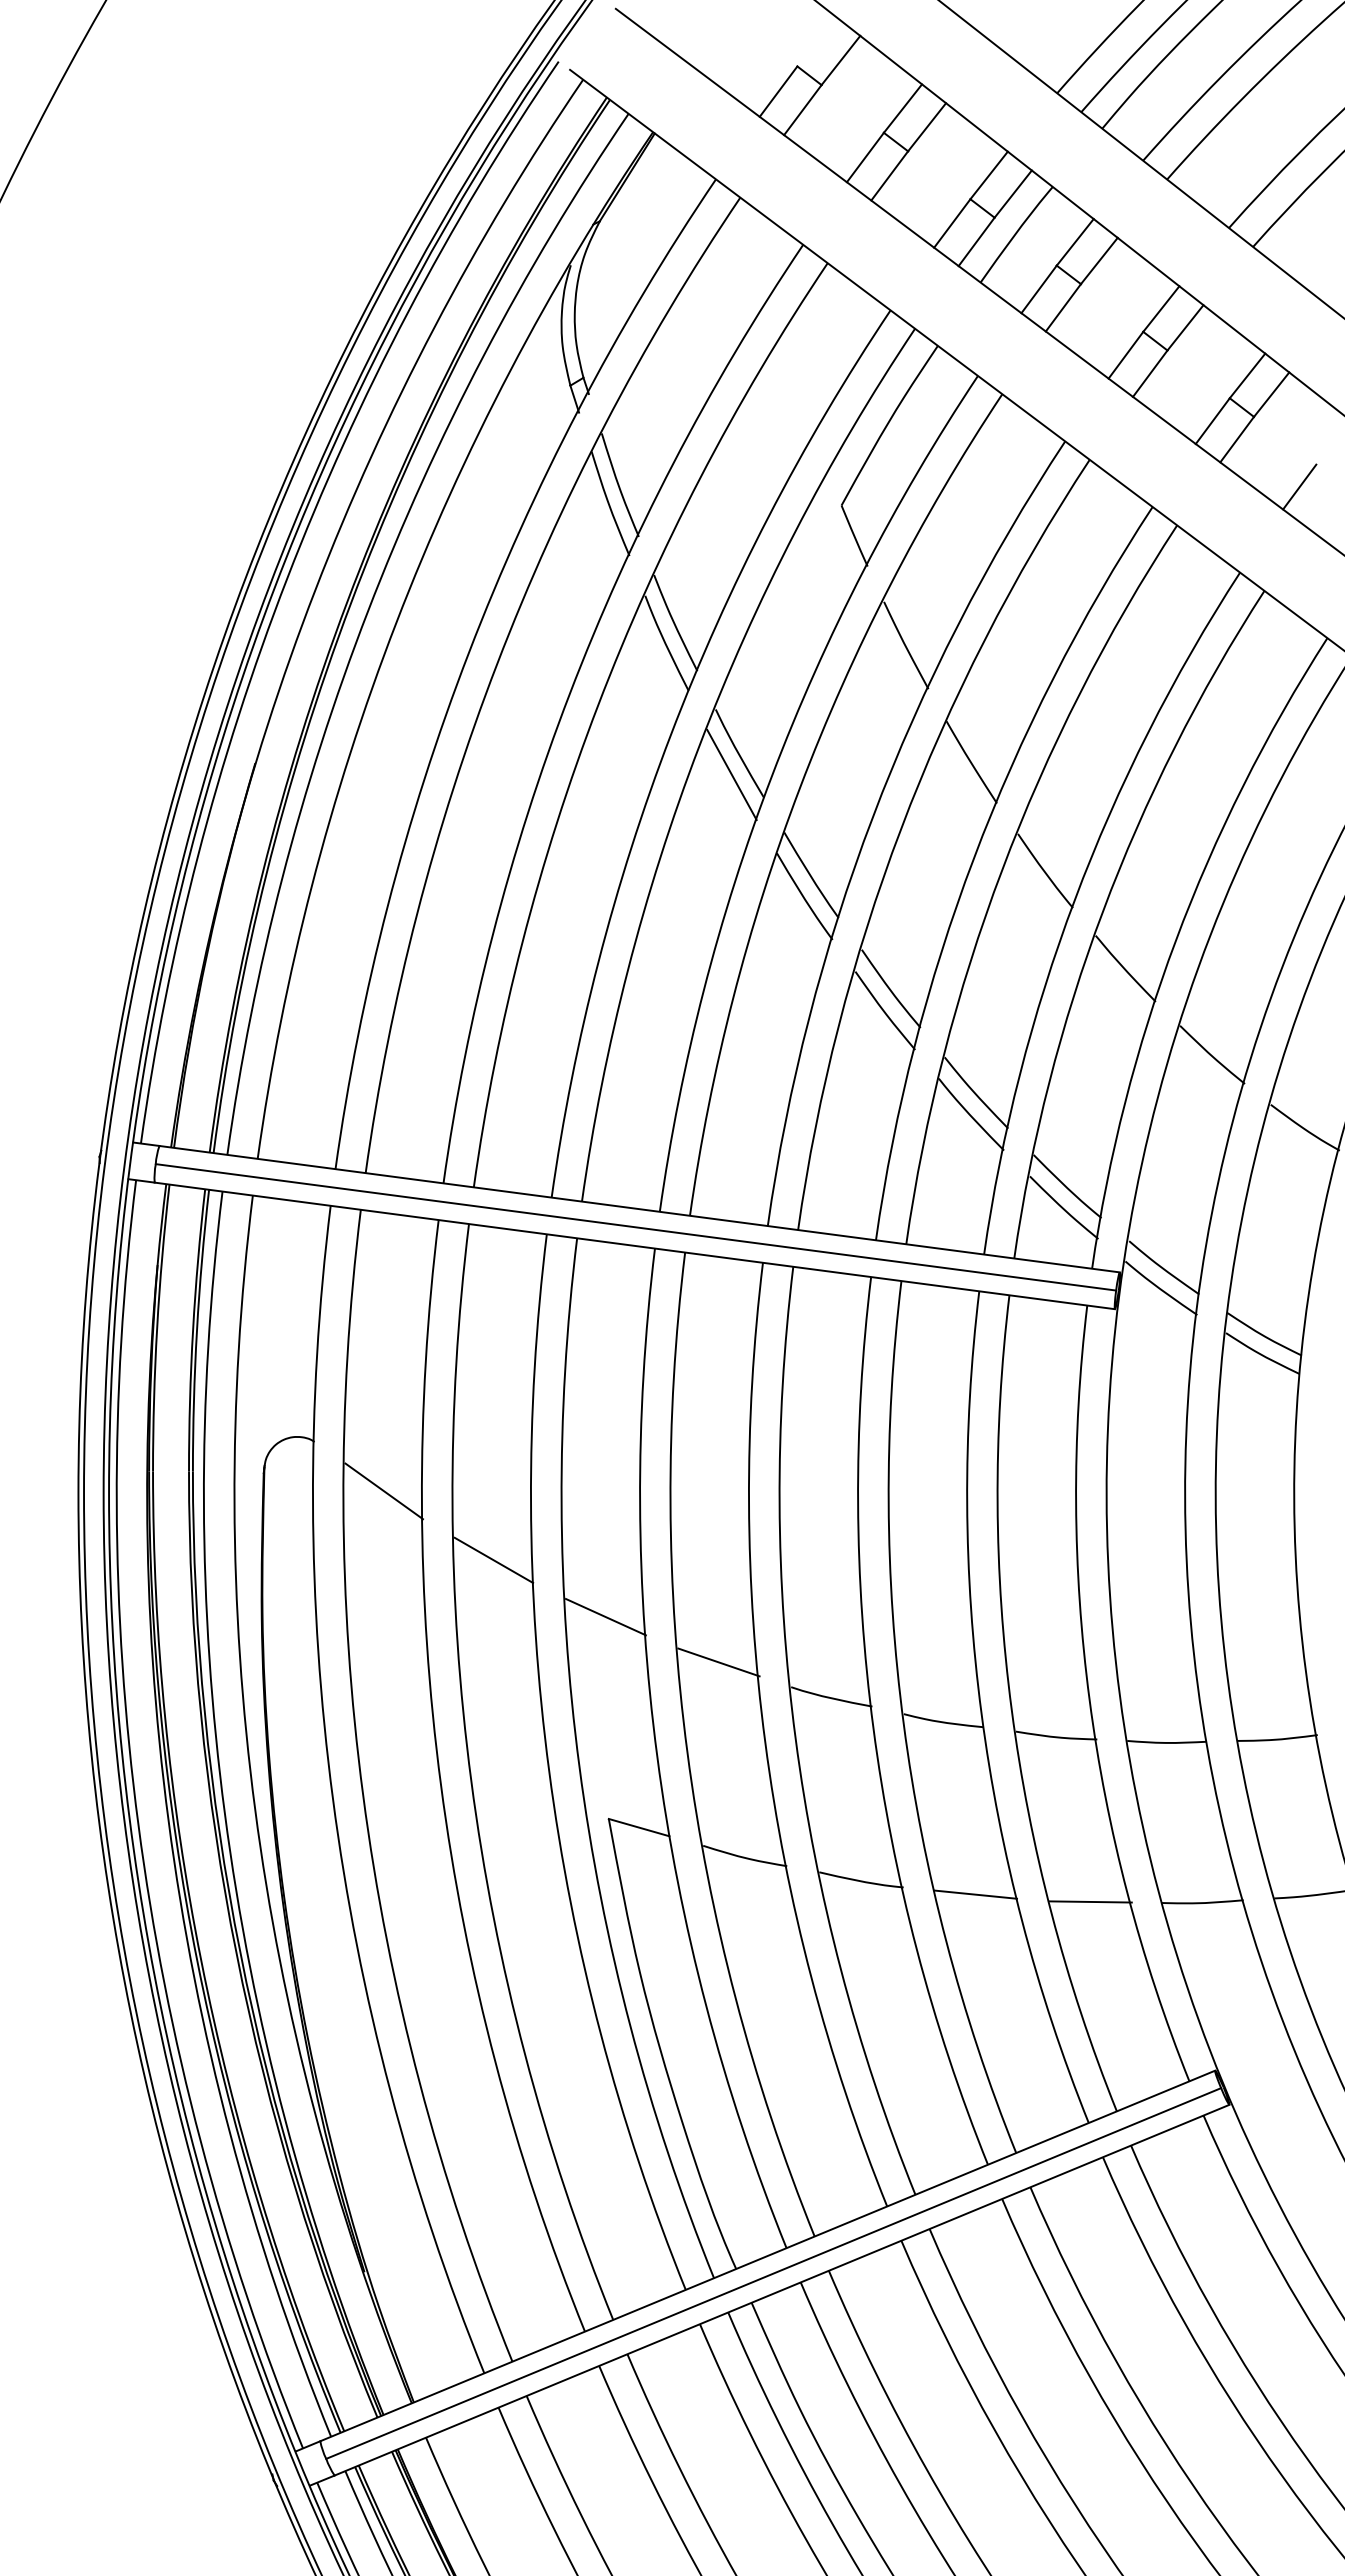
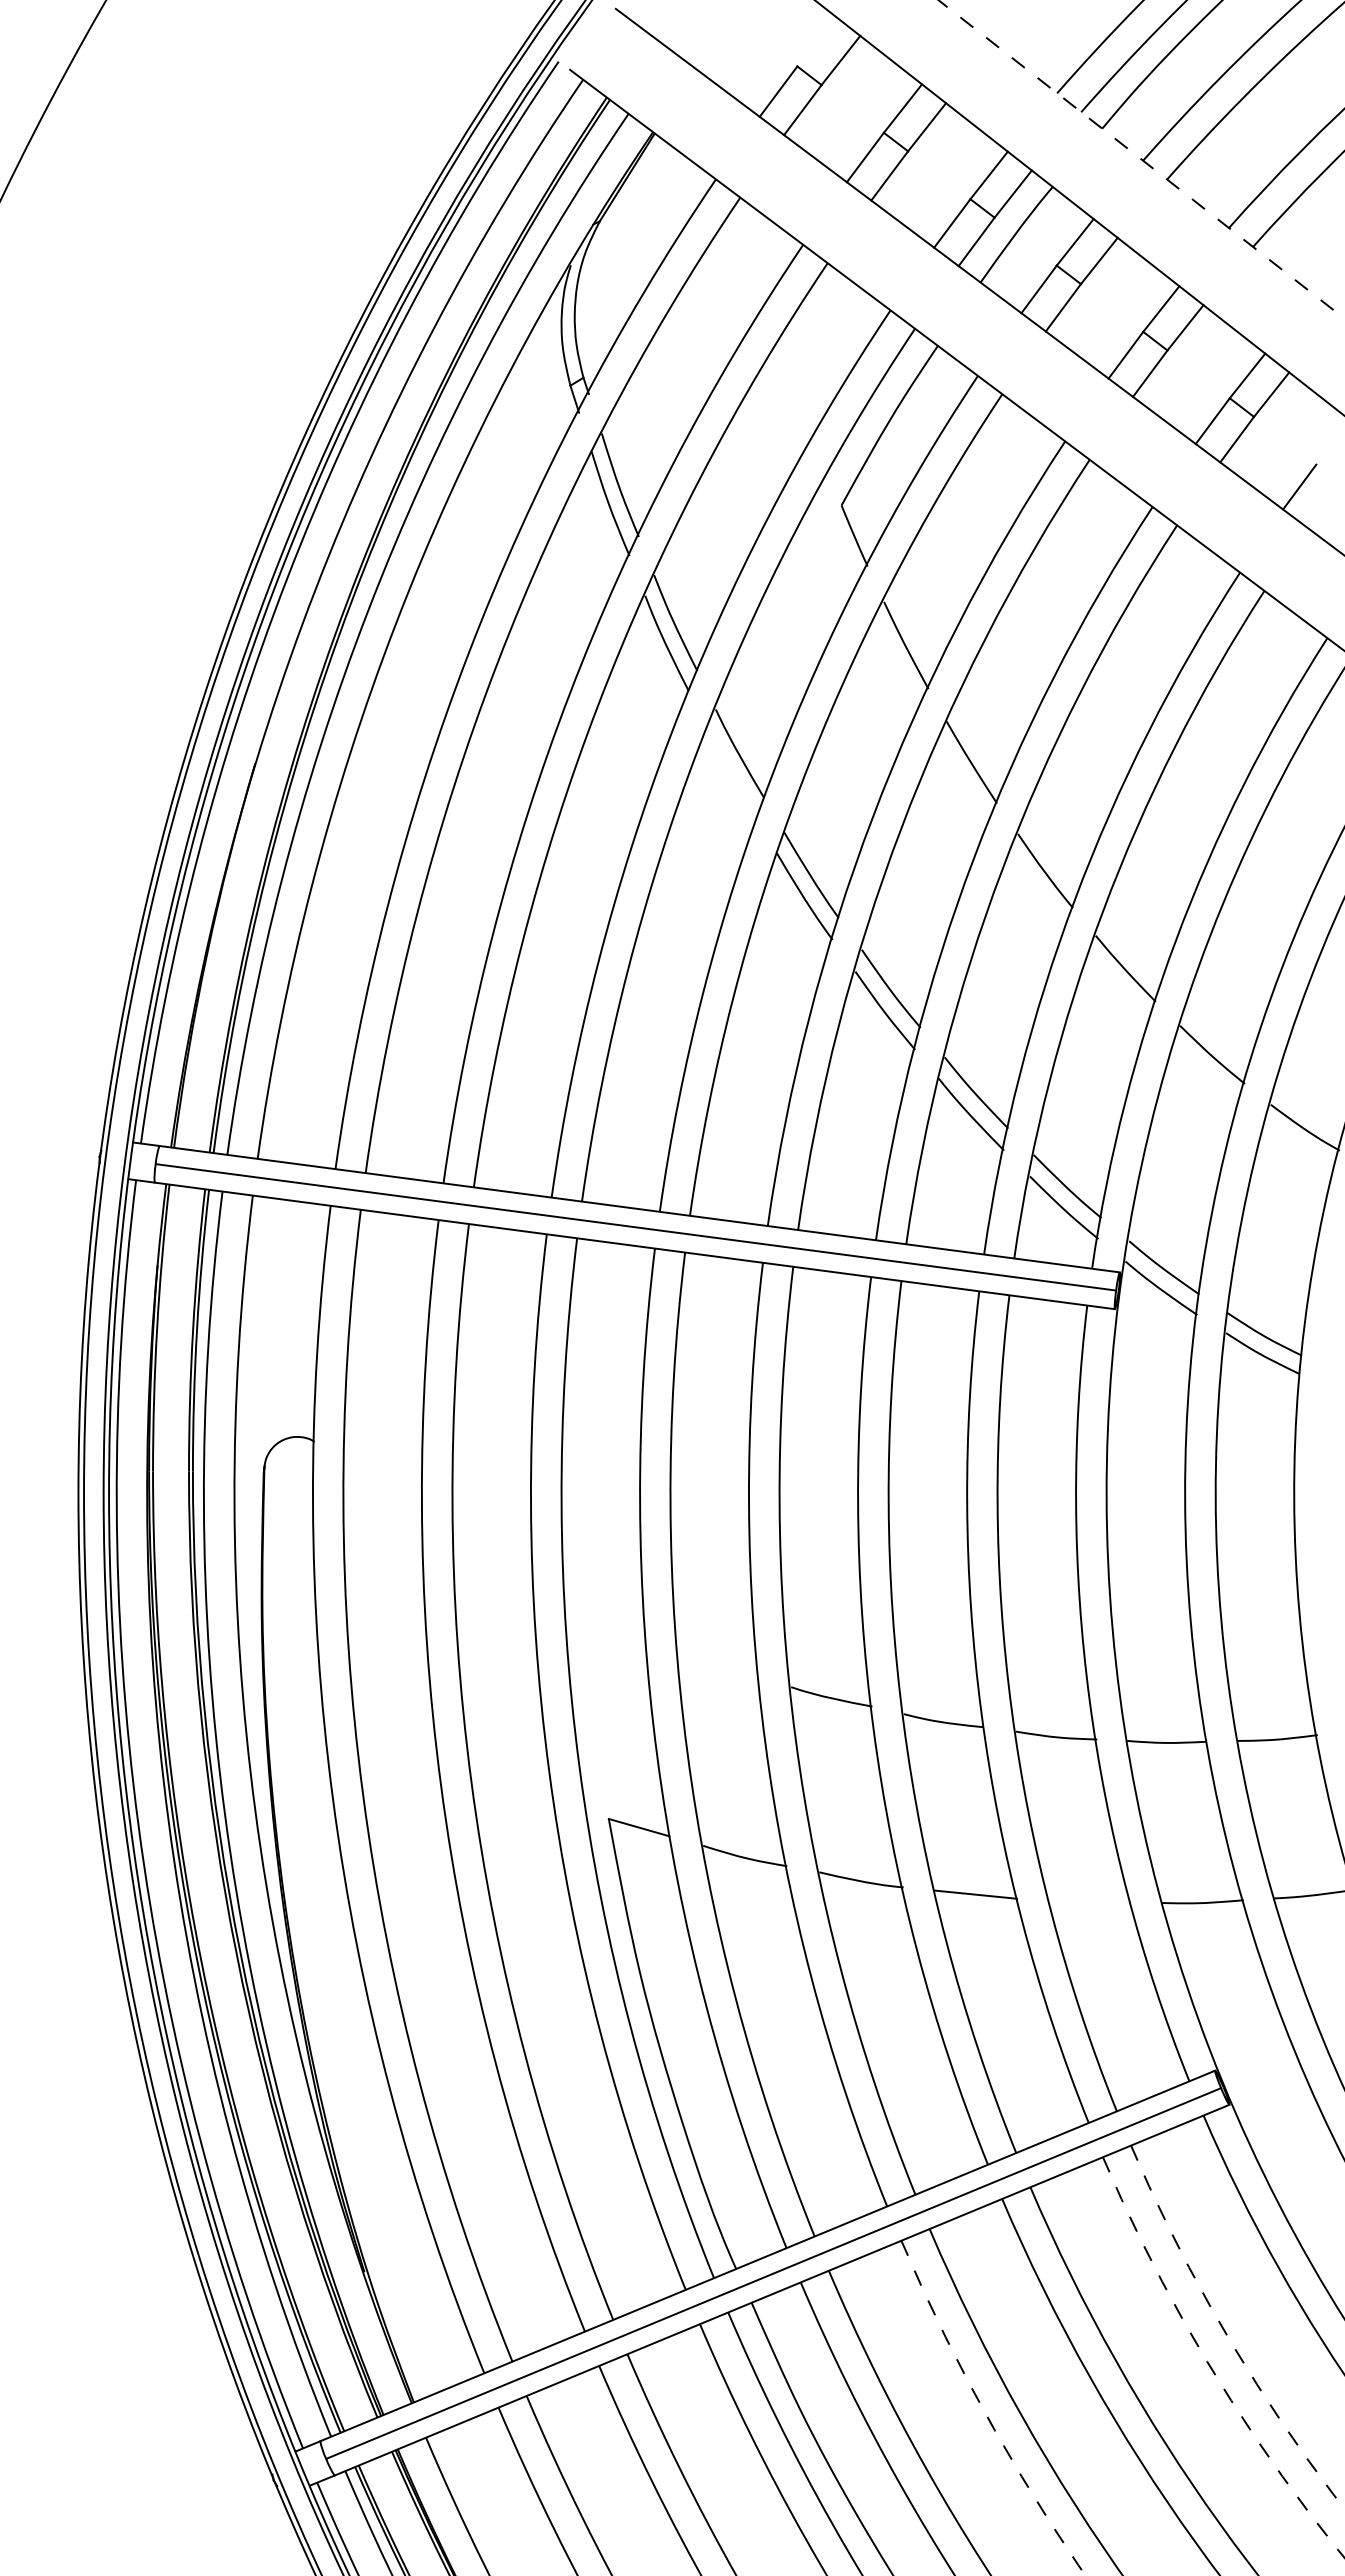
line at (1141, 159): solid -> dashed
line at (731, 774): present -> none
line at (384, 1491): present -> none
line at (493, 1559): present -> none
line at (605, 1617): present -> none
line at (718, 1662): present -> none
line at (1090, 1901): present -> none
arc at (1226, 2334): solid -> dashed
arc at (1209, 2365): solid -> dashed
arc at (985, 2413): solid -> dashed
